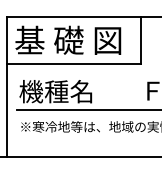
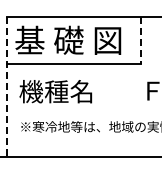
line at (141, 40): solid -> dashed
line at (7, 87): solid -> dashed
line at (87, 110): present -> none
